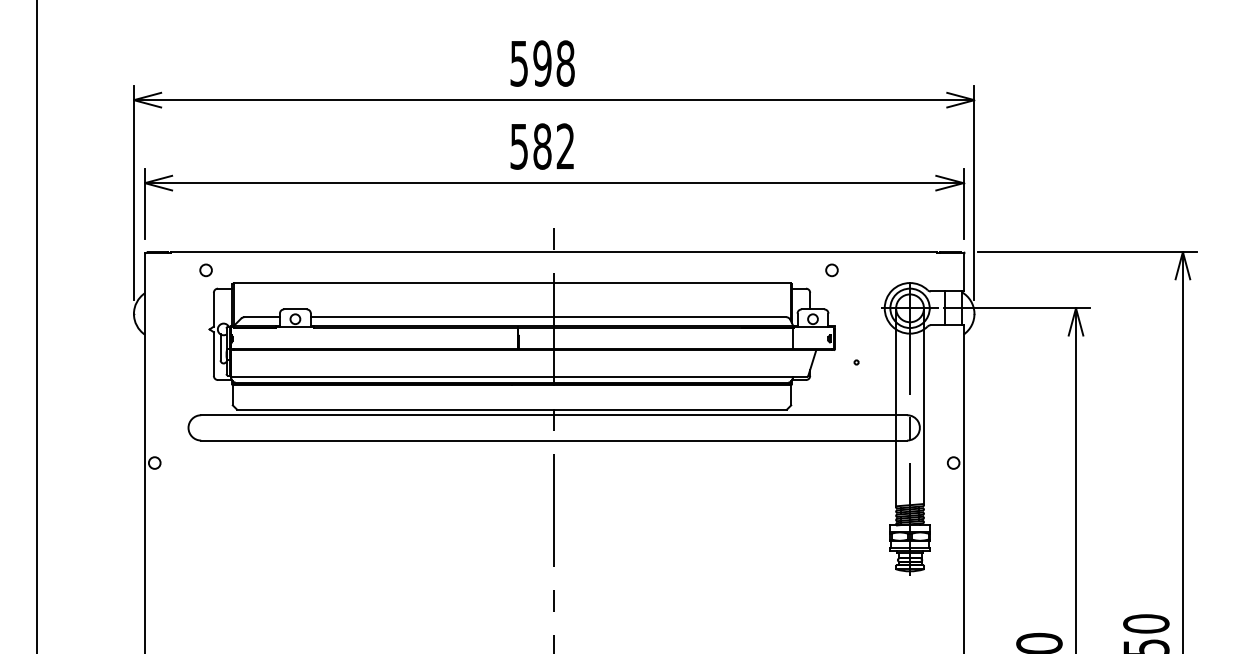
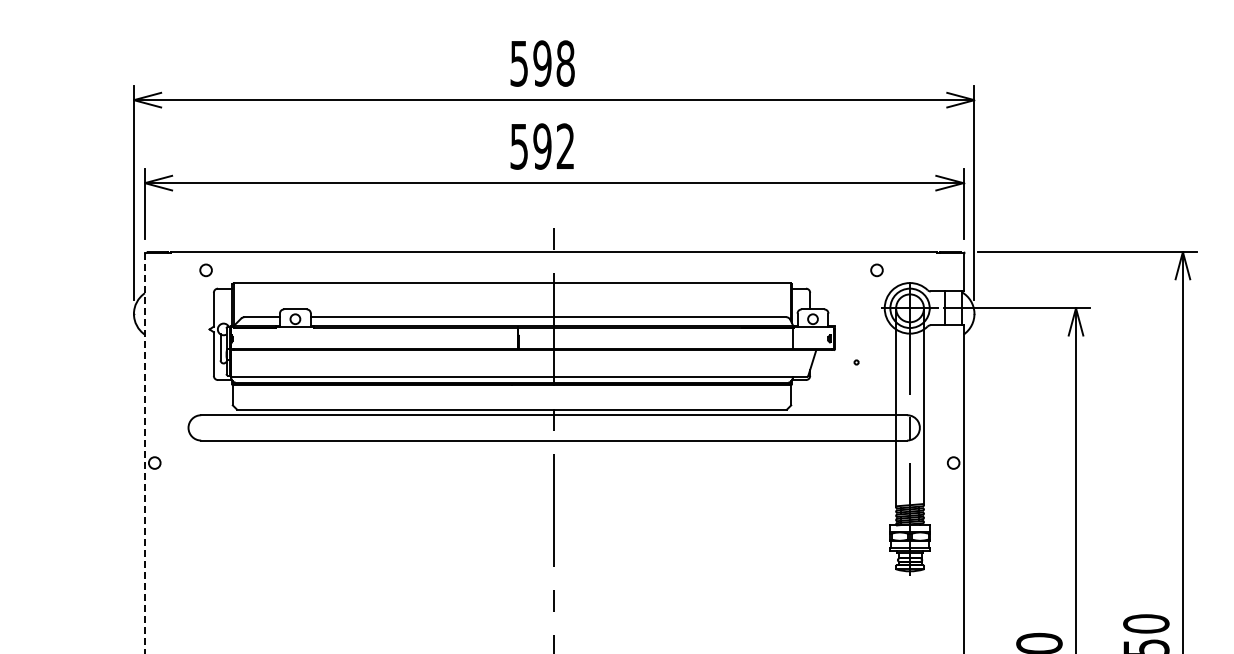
text at (542, 146): 582 -> 592
circle at (831, 270) position: (831, 270) -> (876, 270)
line at (37, 326): present -> none
line at (144, 453): solid -> dashed
